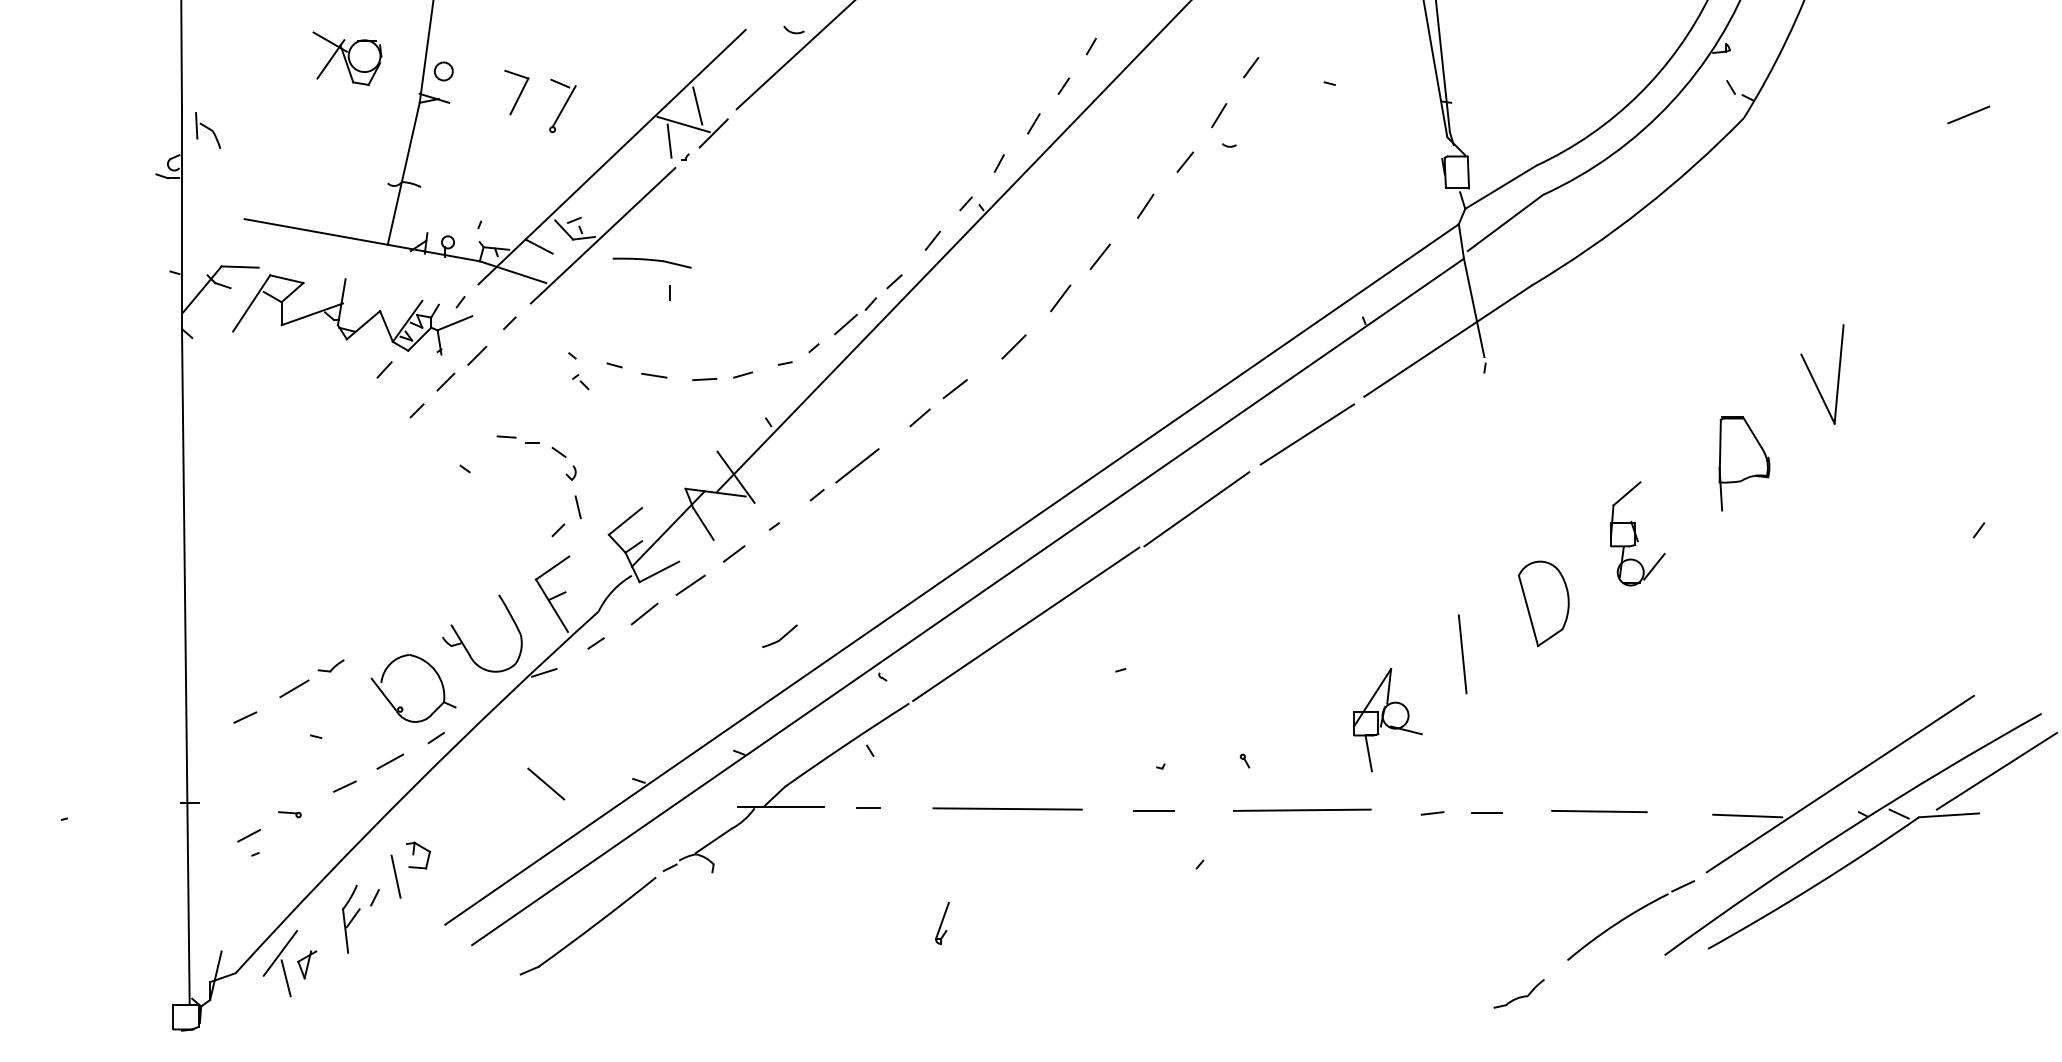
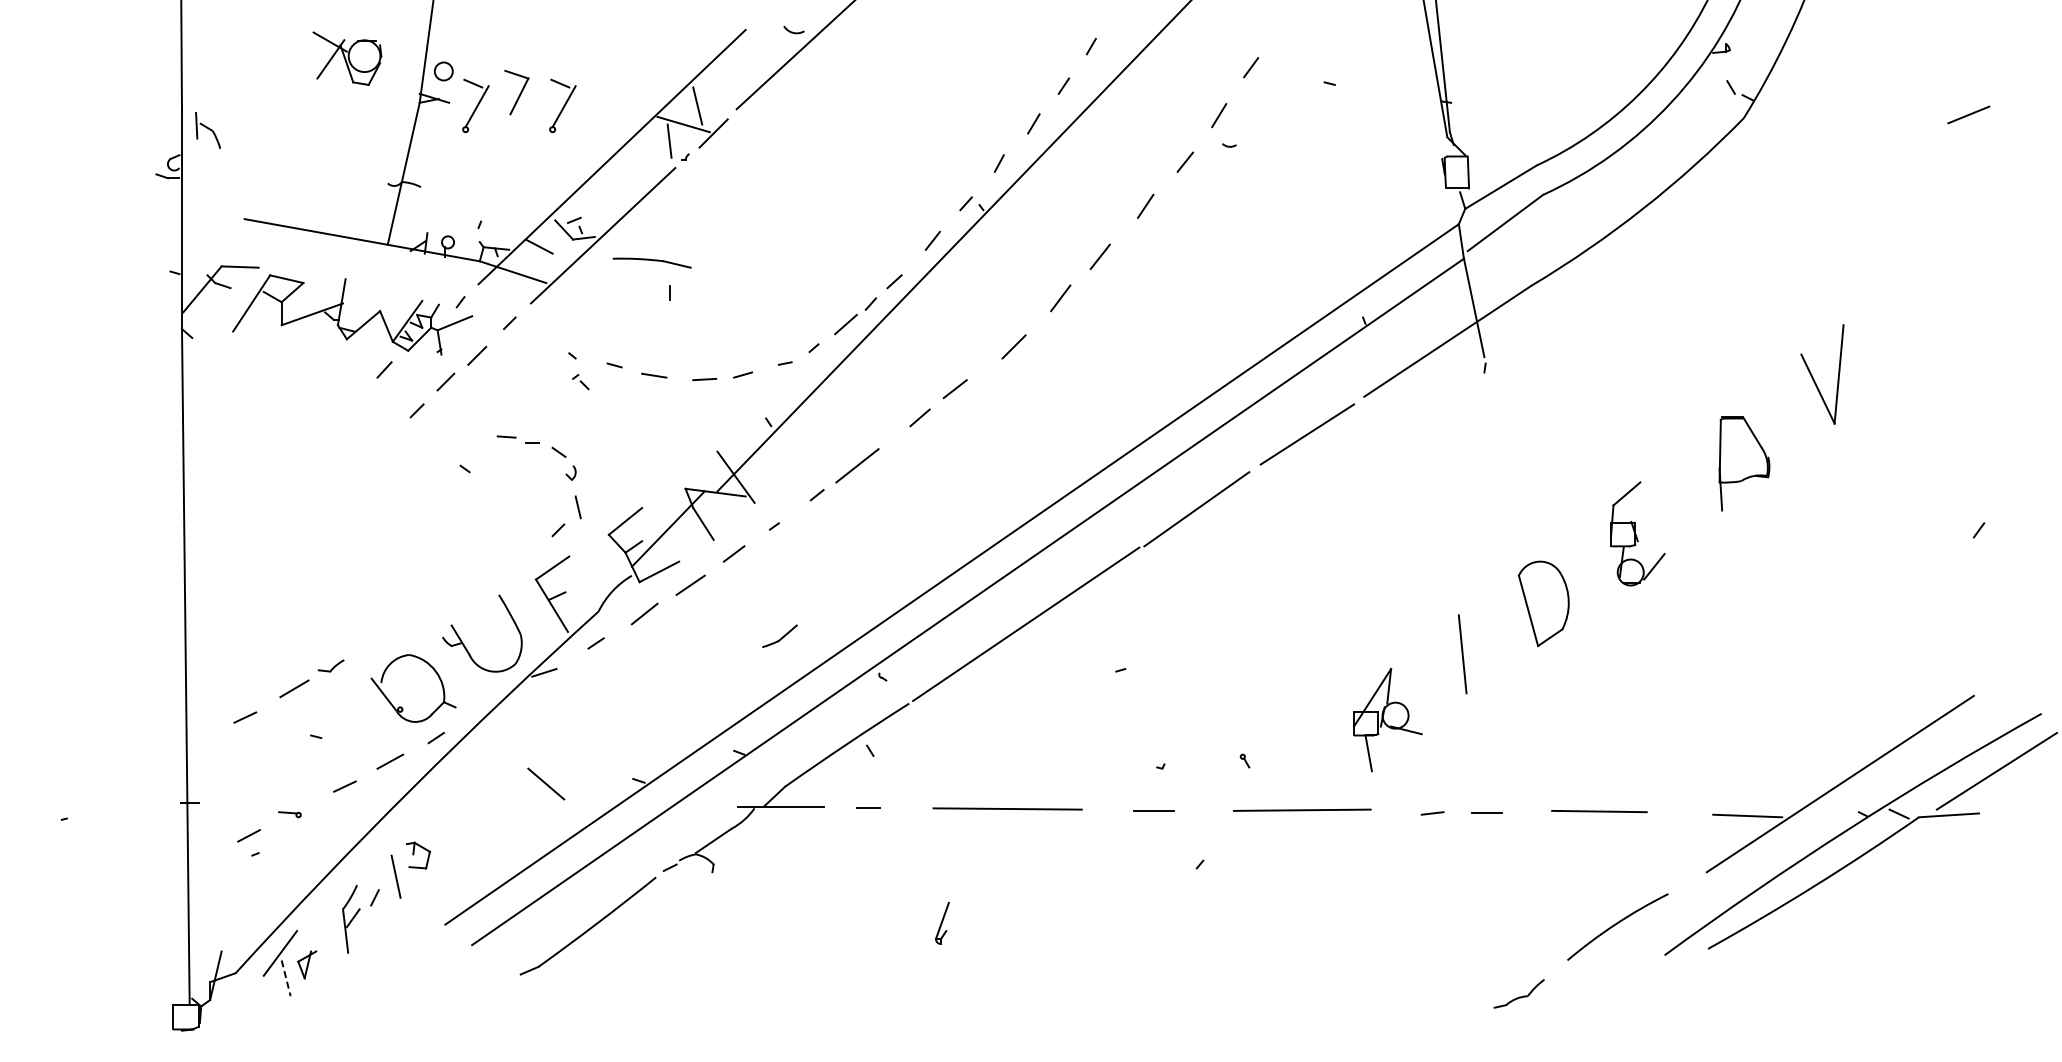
part at (475, 105): none -> present
line at (1683, 886): present -> none
line at (286, 978): solid -> dashed
